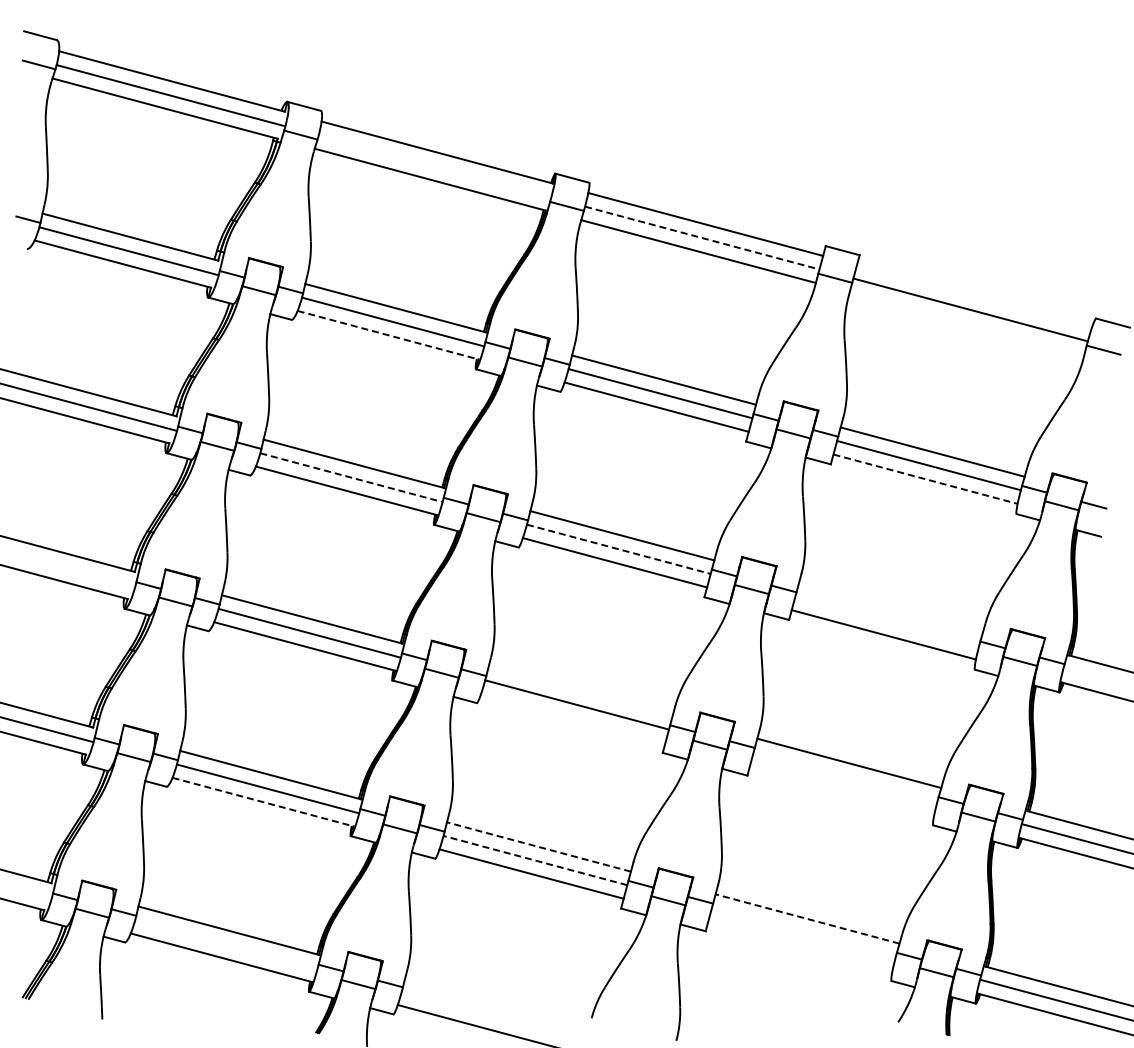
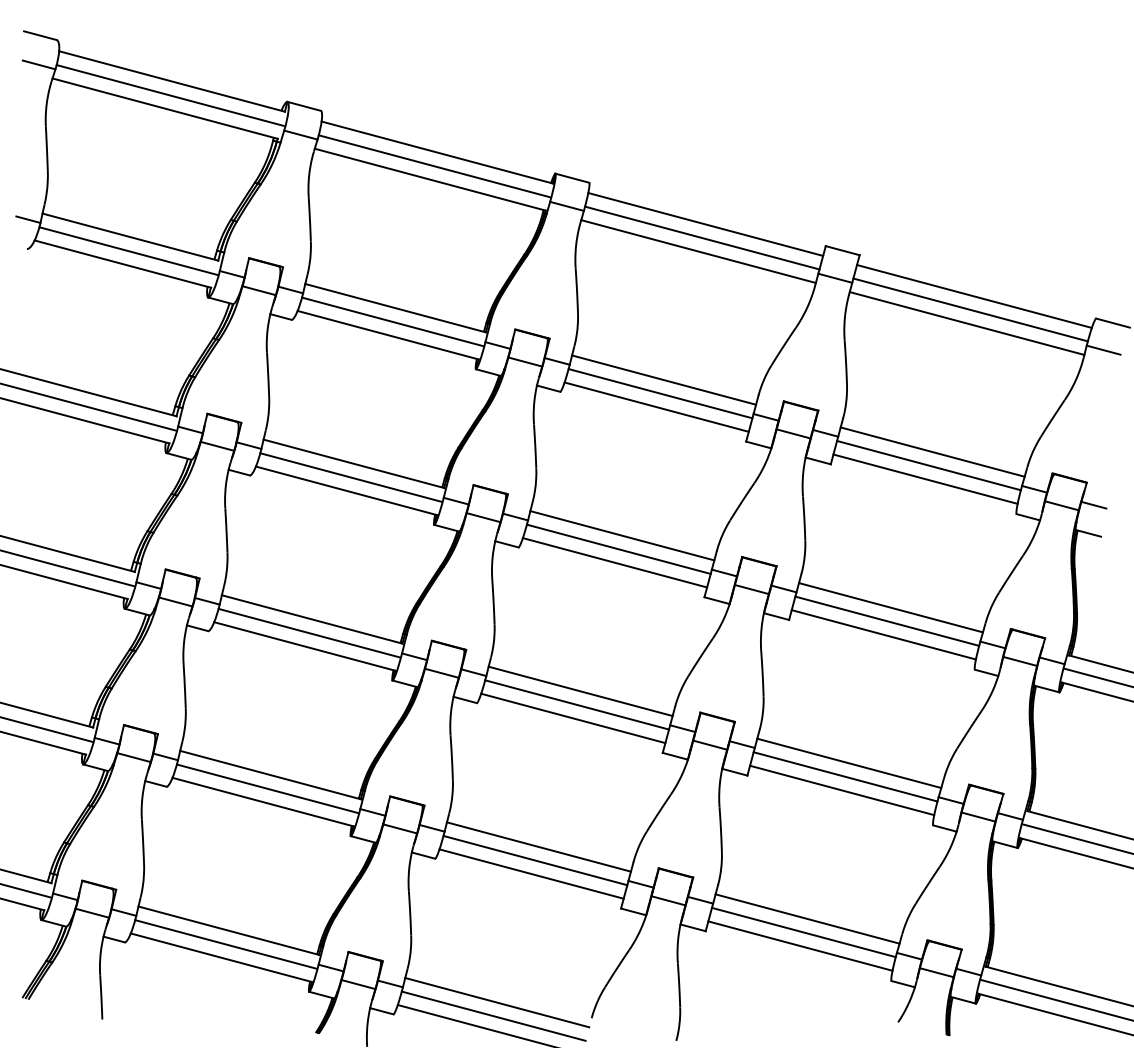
line at (434, 166): none -> present
line at (702, 238): dashed -> solid
line at (974, 296): none -> present
line at (966, 323): none -> present
line at (388, 335): dashed -> solid
line at (351, 477): dashed -> solid
line at (926, 479): dashed -> solid
line at (619, 549): dashed -> solid
line at (67, 568): none -> present
line at (890, 607): none -> present
line at (887, 620): none -> present
line at (1097, 677): none -> present
line at (580, 691): none -> present
line at (573, 718): none -> present
line at (845, 776): none -> present
line at (842, 790): none -> present
line at (263, 802): dashed -> solid
line at (538, 846): dashed -> solid
line at (534, 860): dashed -> solid
line at (26, 890): none -> present
line at (807, 918): dashed -> solid
line at (803, 932): none -> present
line at (225, 944): none -> present
line at (800, 945): none -> present
line at (497, 1002): none -> present
line at (493, 1015): none -> present
